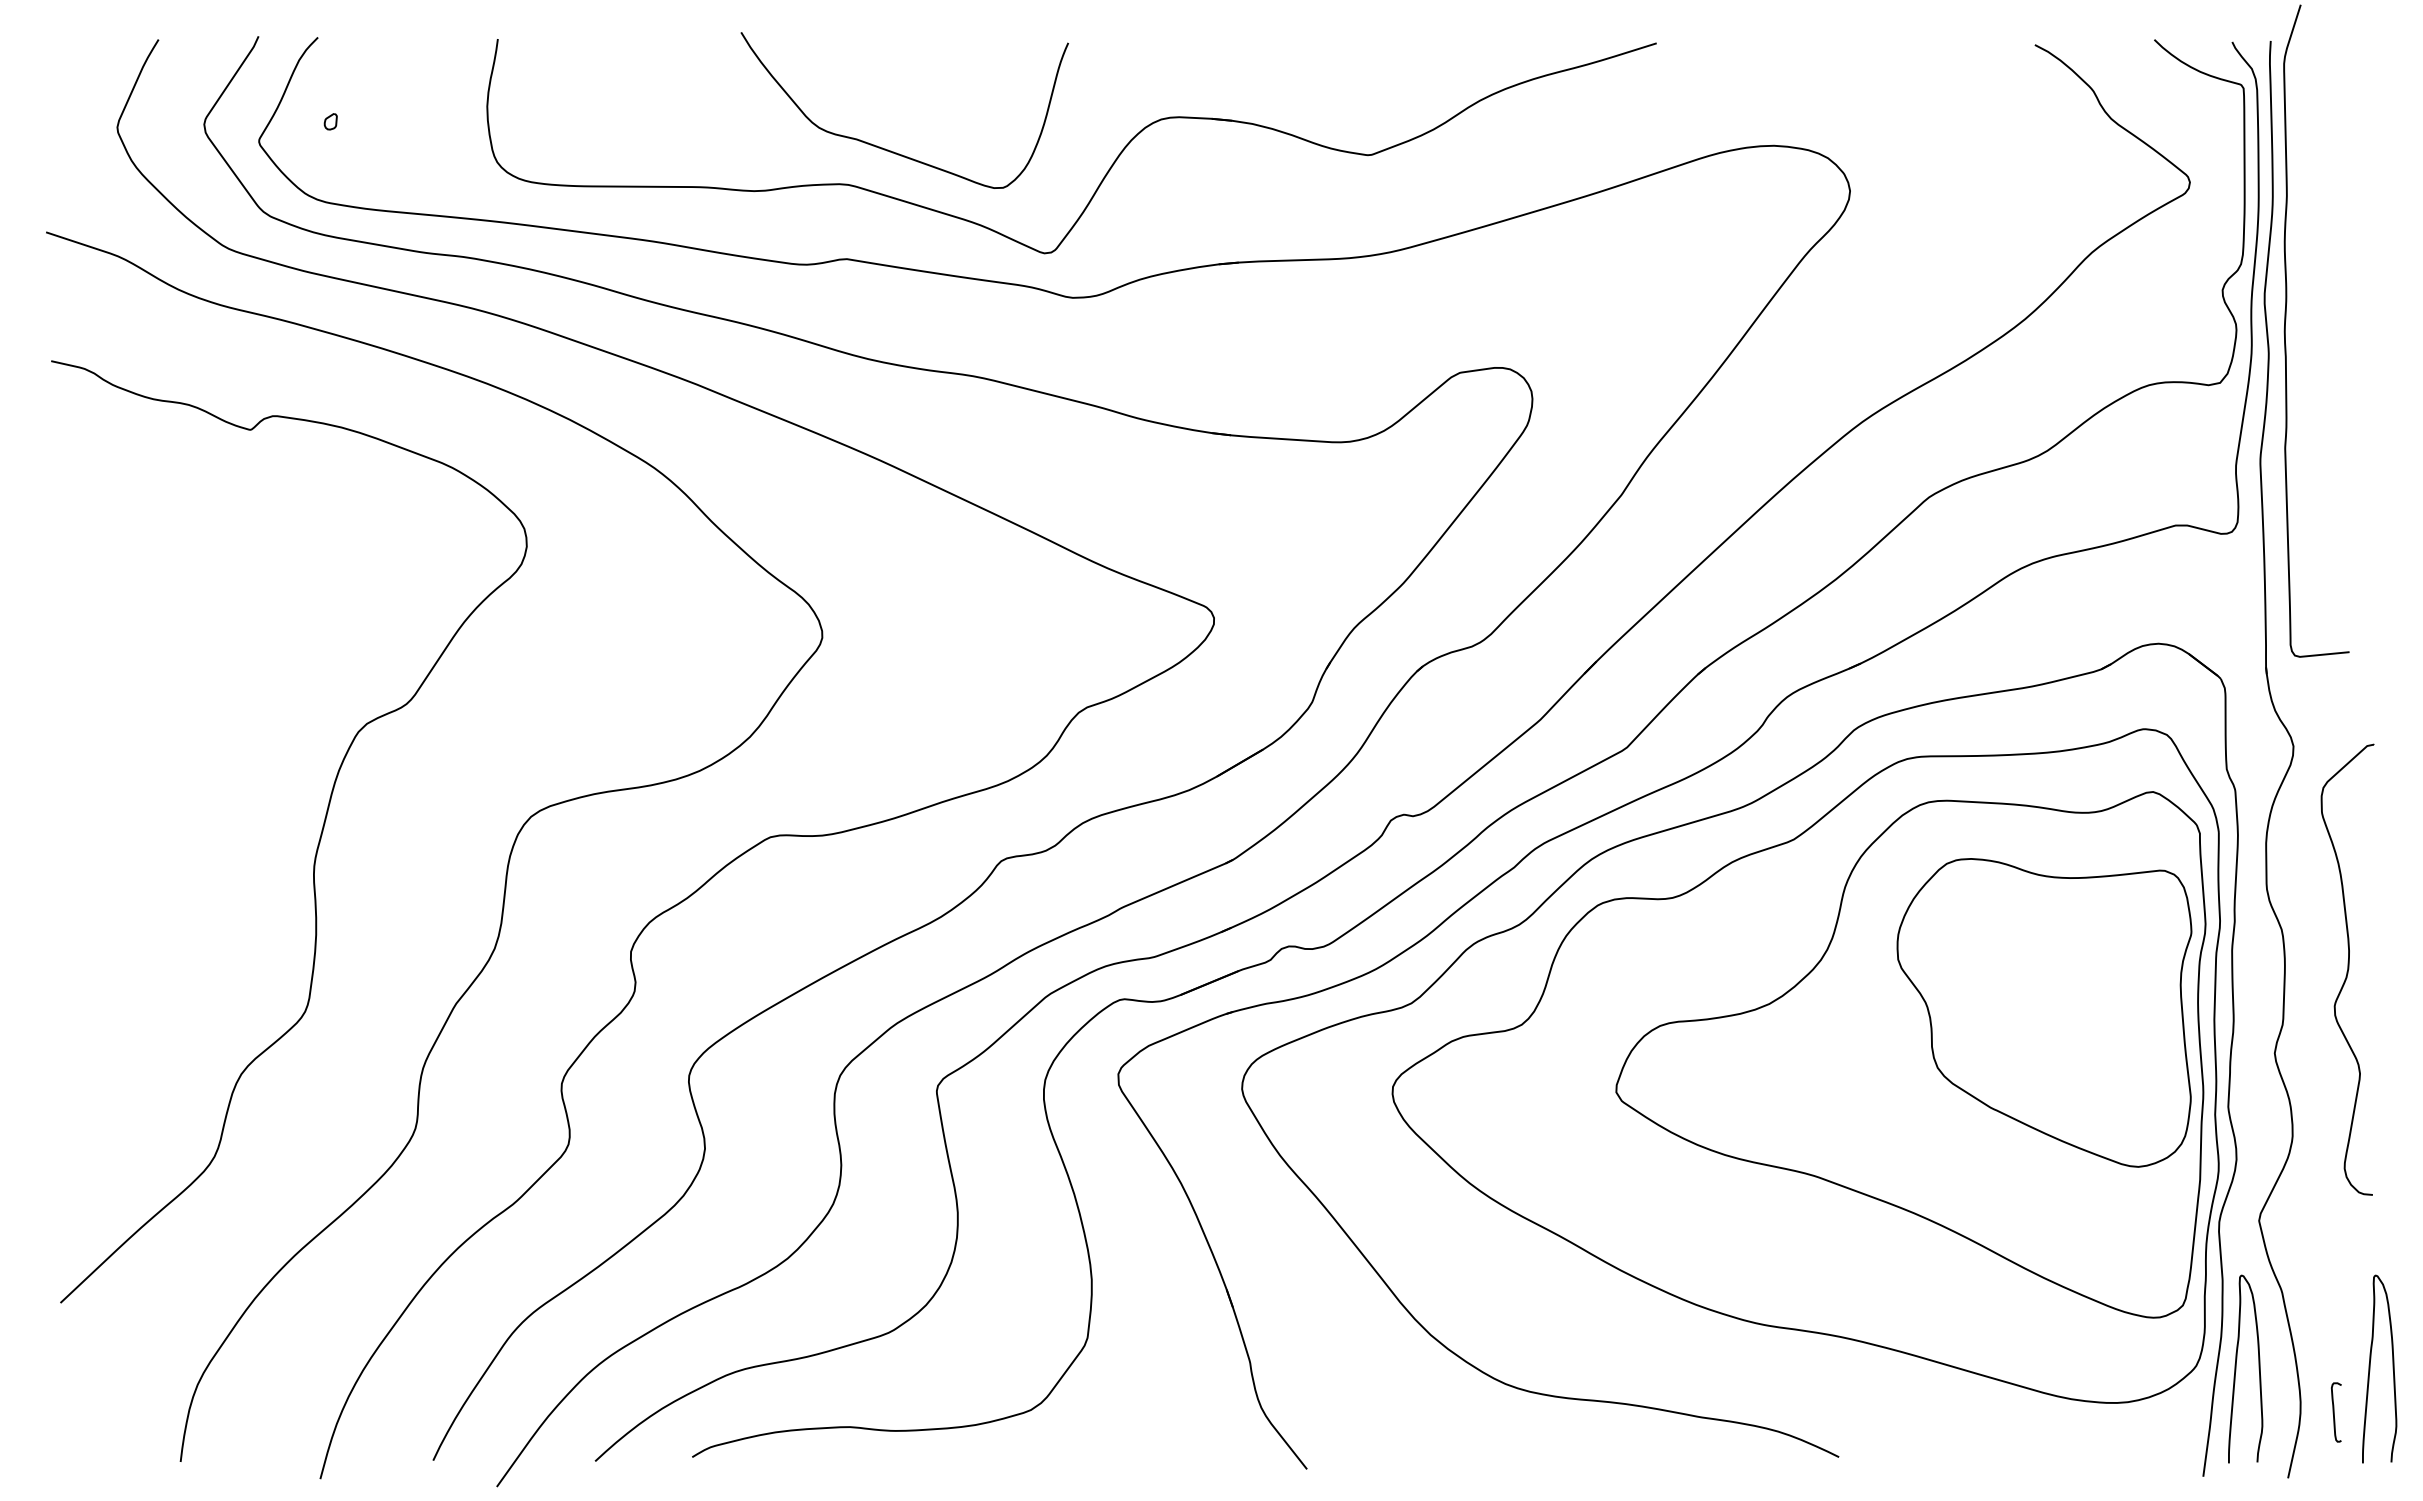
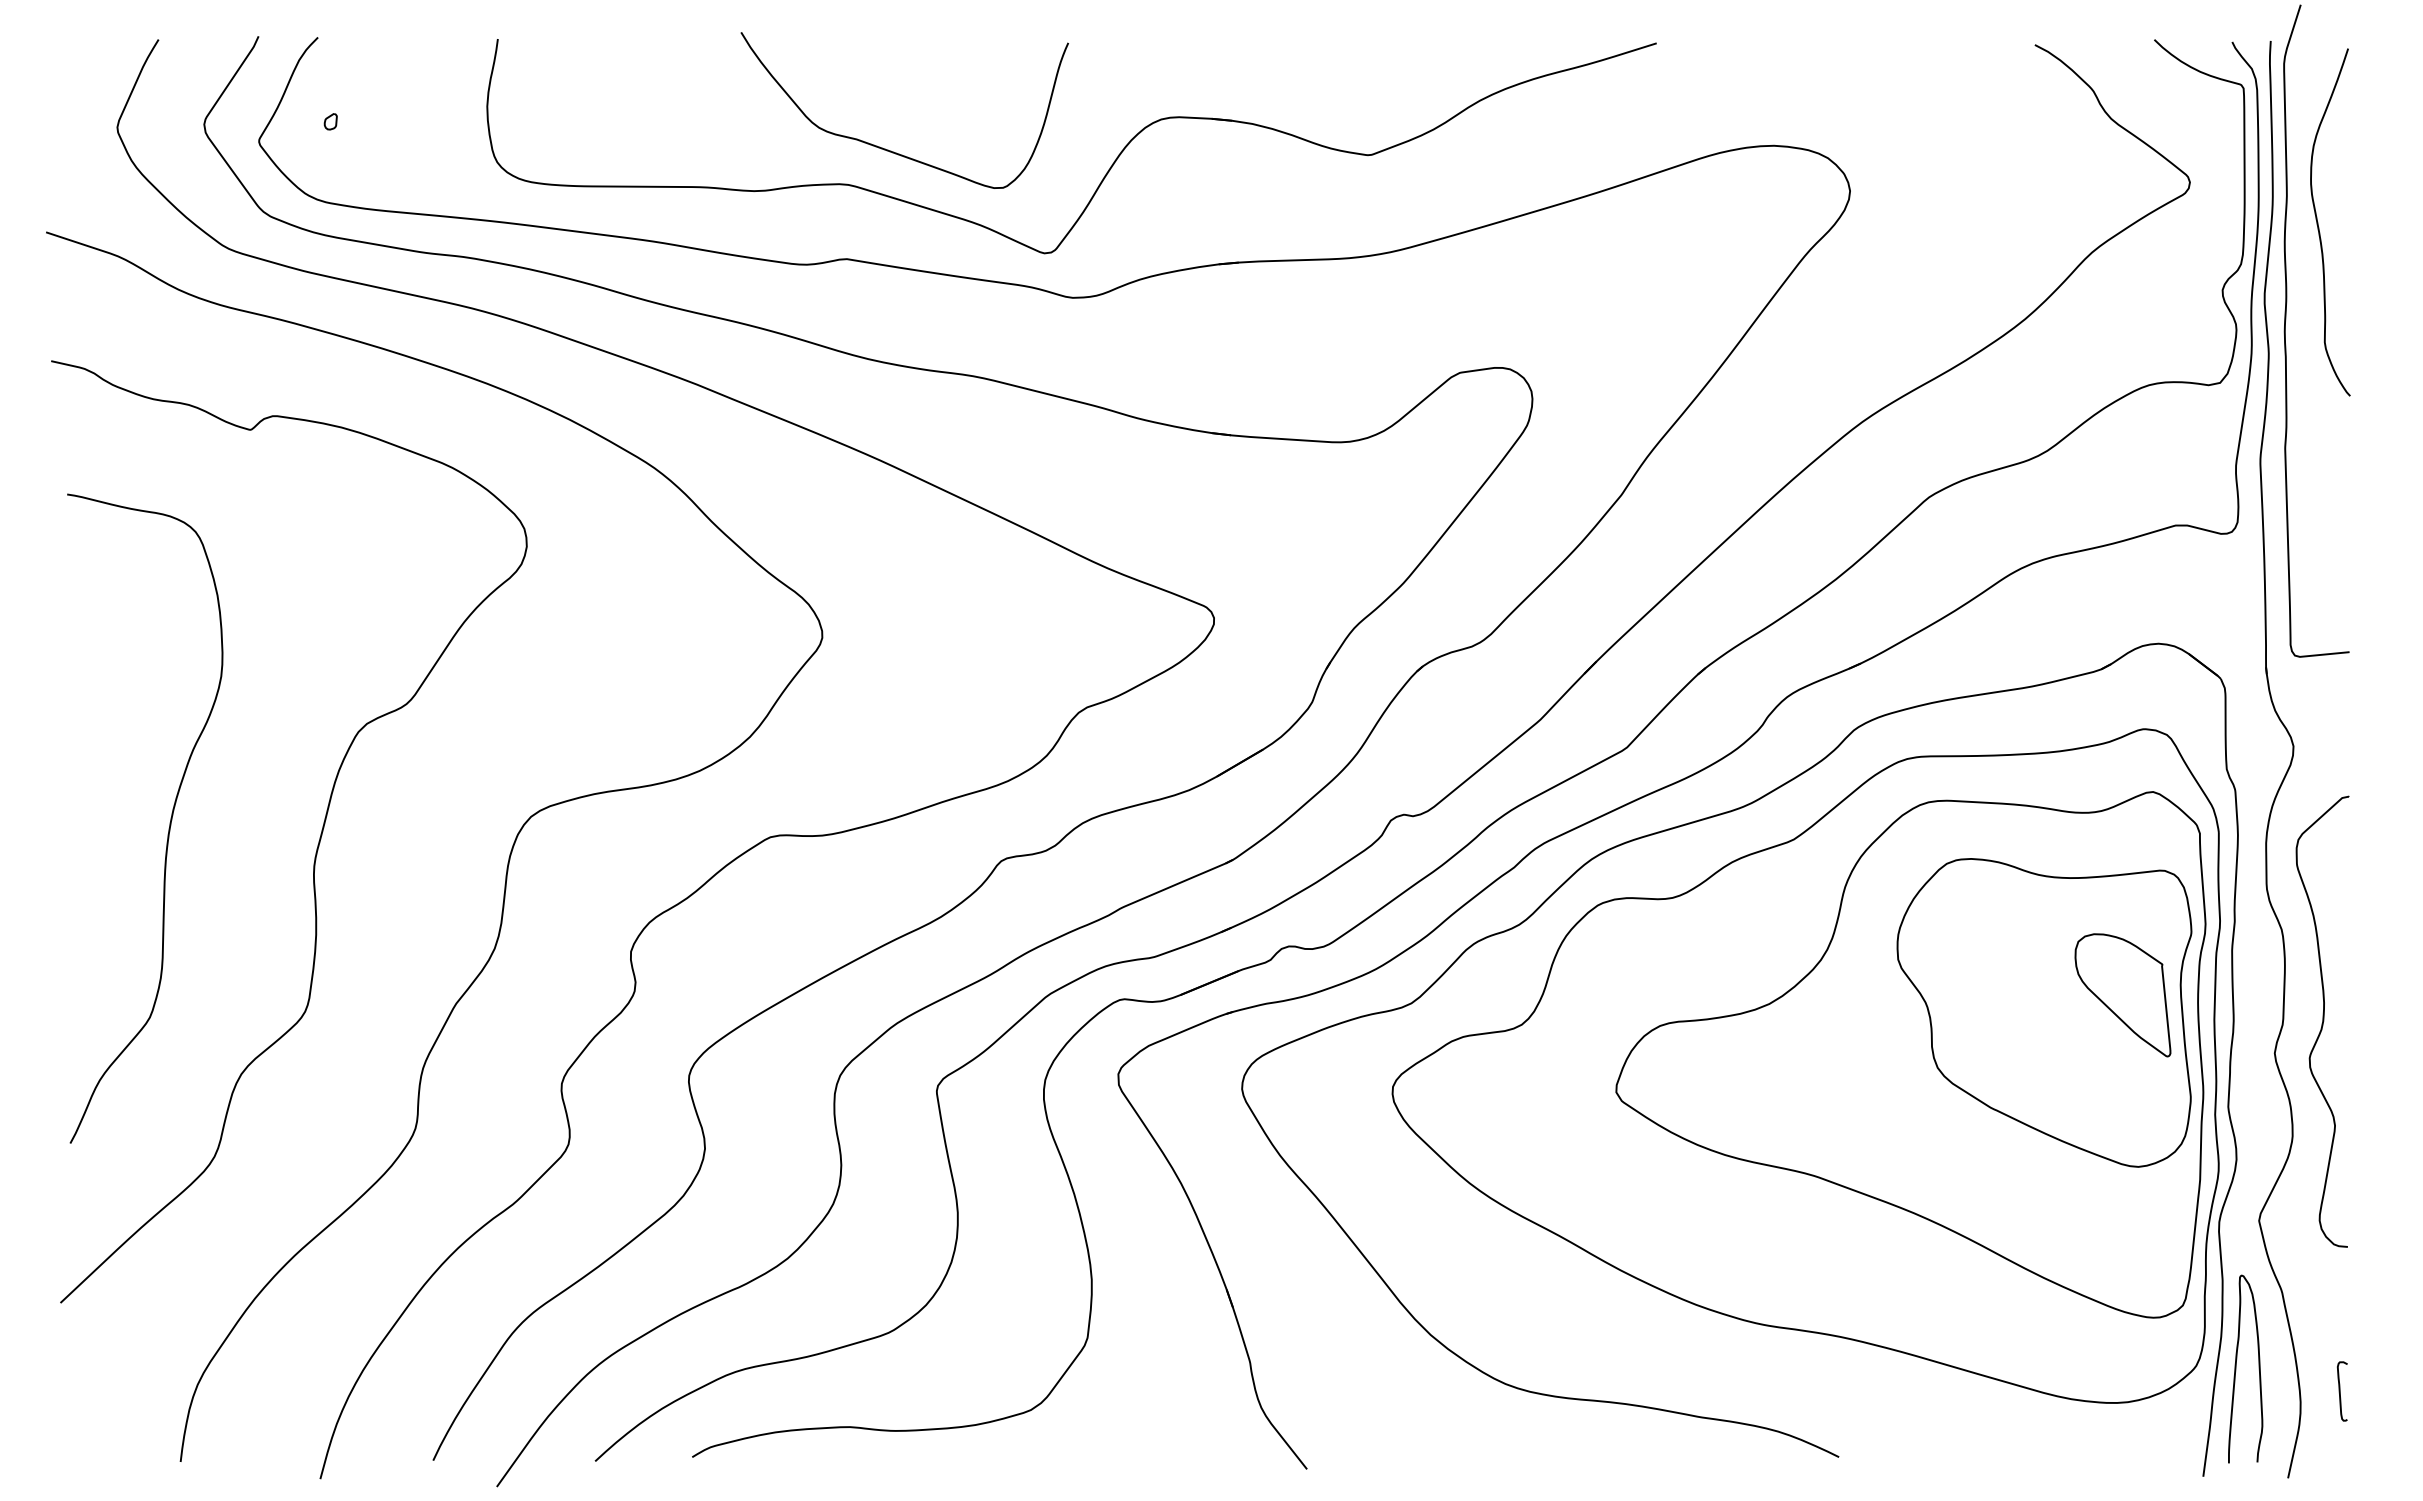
curve at (2318, 222): none -> present
curve at (169, 822): none -> present
curve at (2347, 969) position: (2347, 969) -> (2322, 1021)
part at (2122, 995): none -> present
curve at (2370, 1368): present -> none
curve at (2334, 1412) position: (2334, 1412) -> (2340, 1391)
